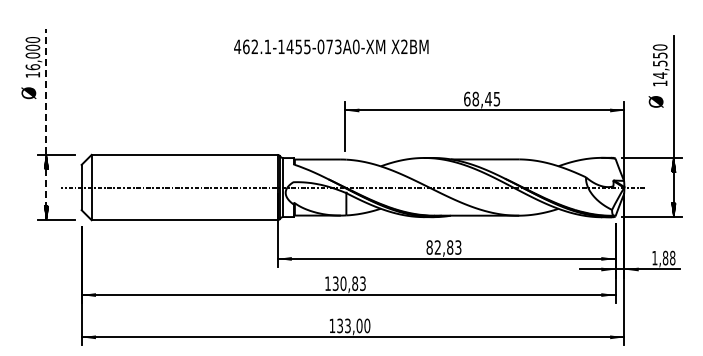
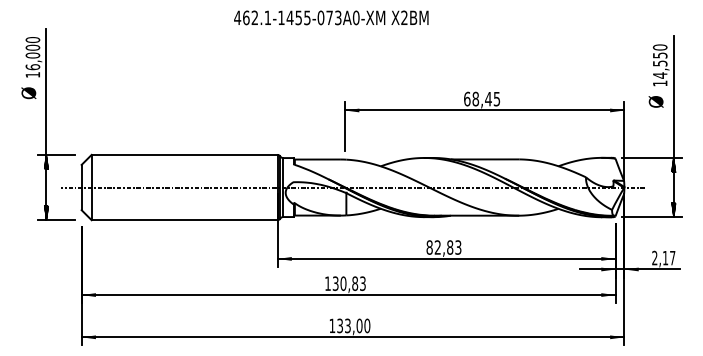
text at (331, 46) position: (331, 46) -> (331, 17)
line at (46, 124): dashed -> solid
text at (663, 257): 1,88 -> 2,17
